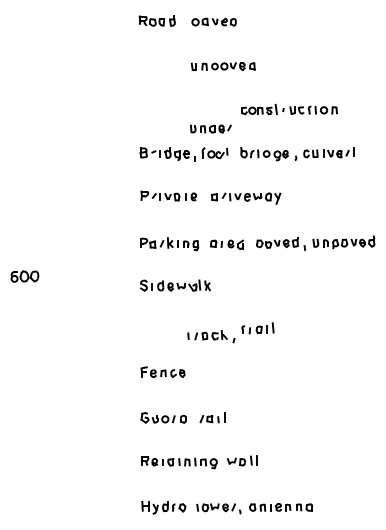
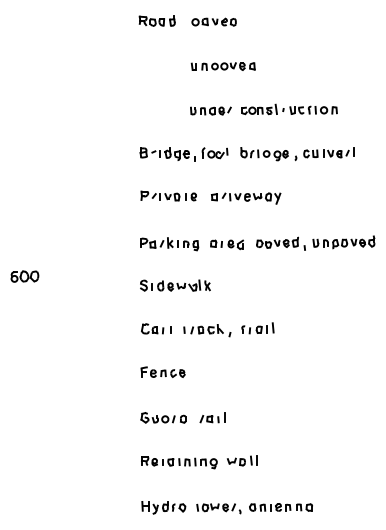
part at (210, 128) position: (210, 128) -> (210, 110)
part at (156, 328): none -> present
part at (211, 336) position: (211, 336) -> (207, 330)
